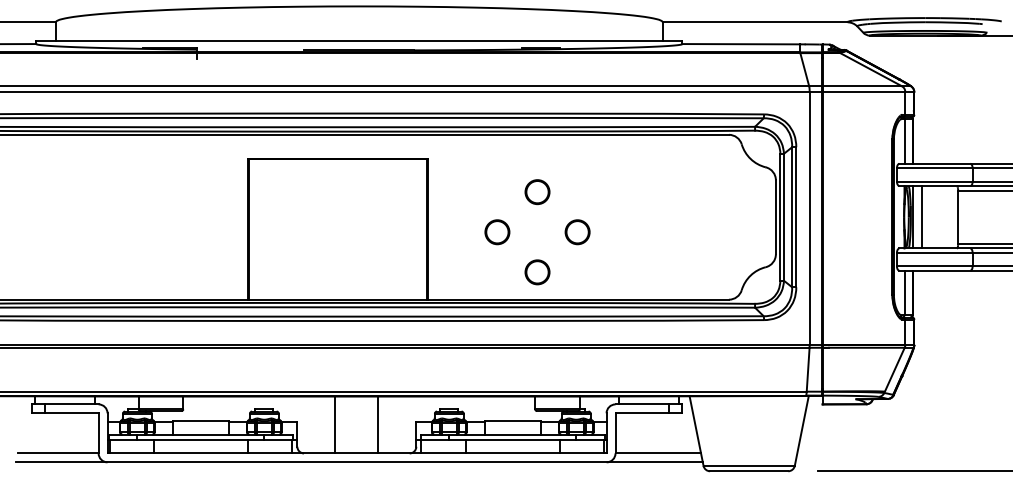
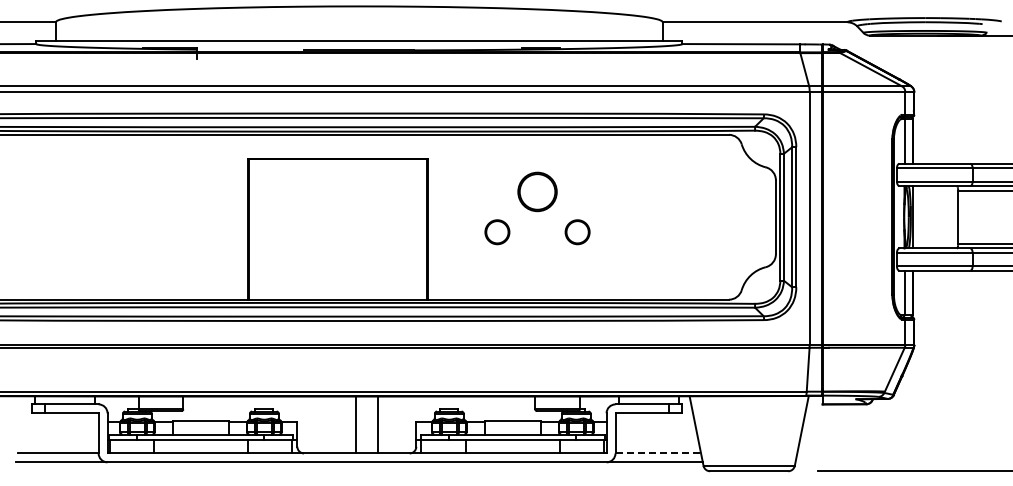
circle at (537, 192) size: 27x27 px -> 41x42 px
line at (921, 217): present -> none
circle at (537, 272): present -> none
line at (335, 424) position: (335, 424) -> (356, 424)
line at (658, 453): solid -> dashed
